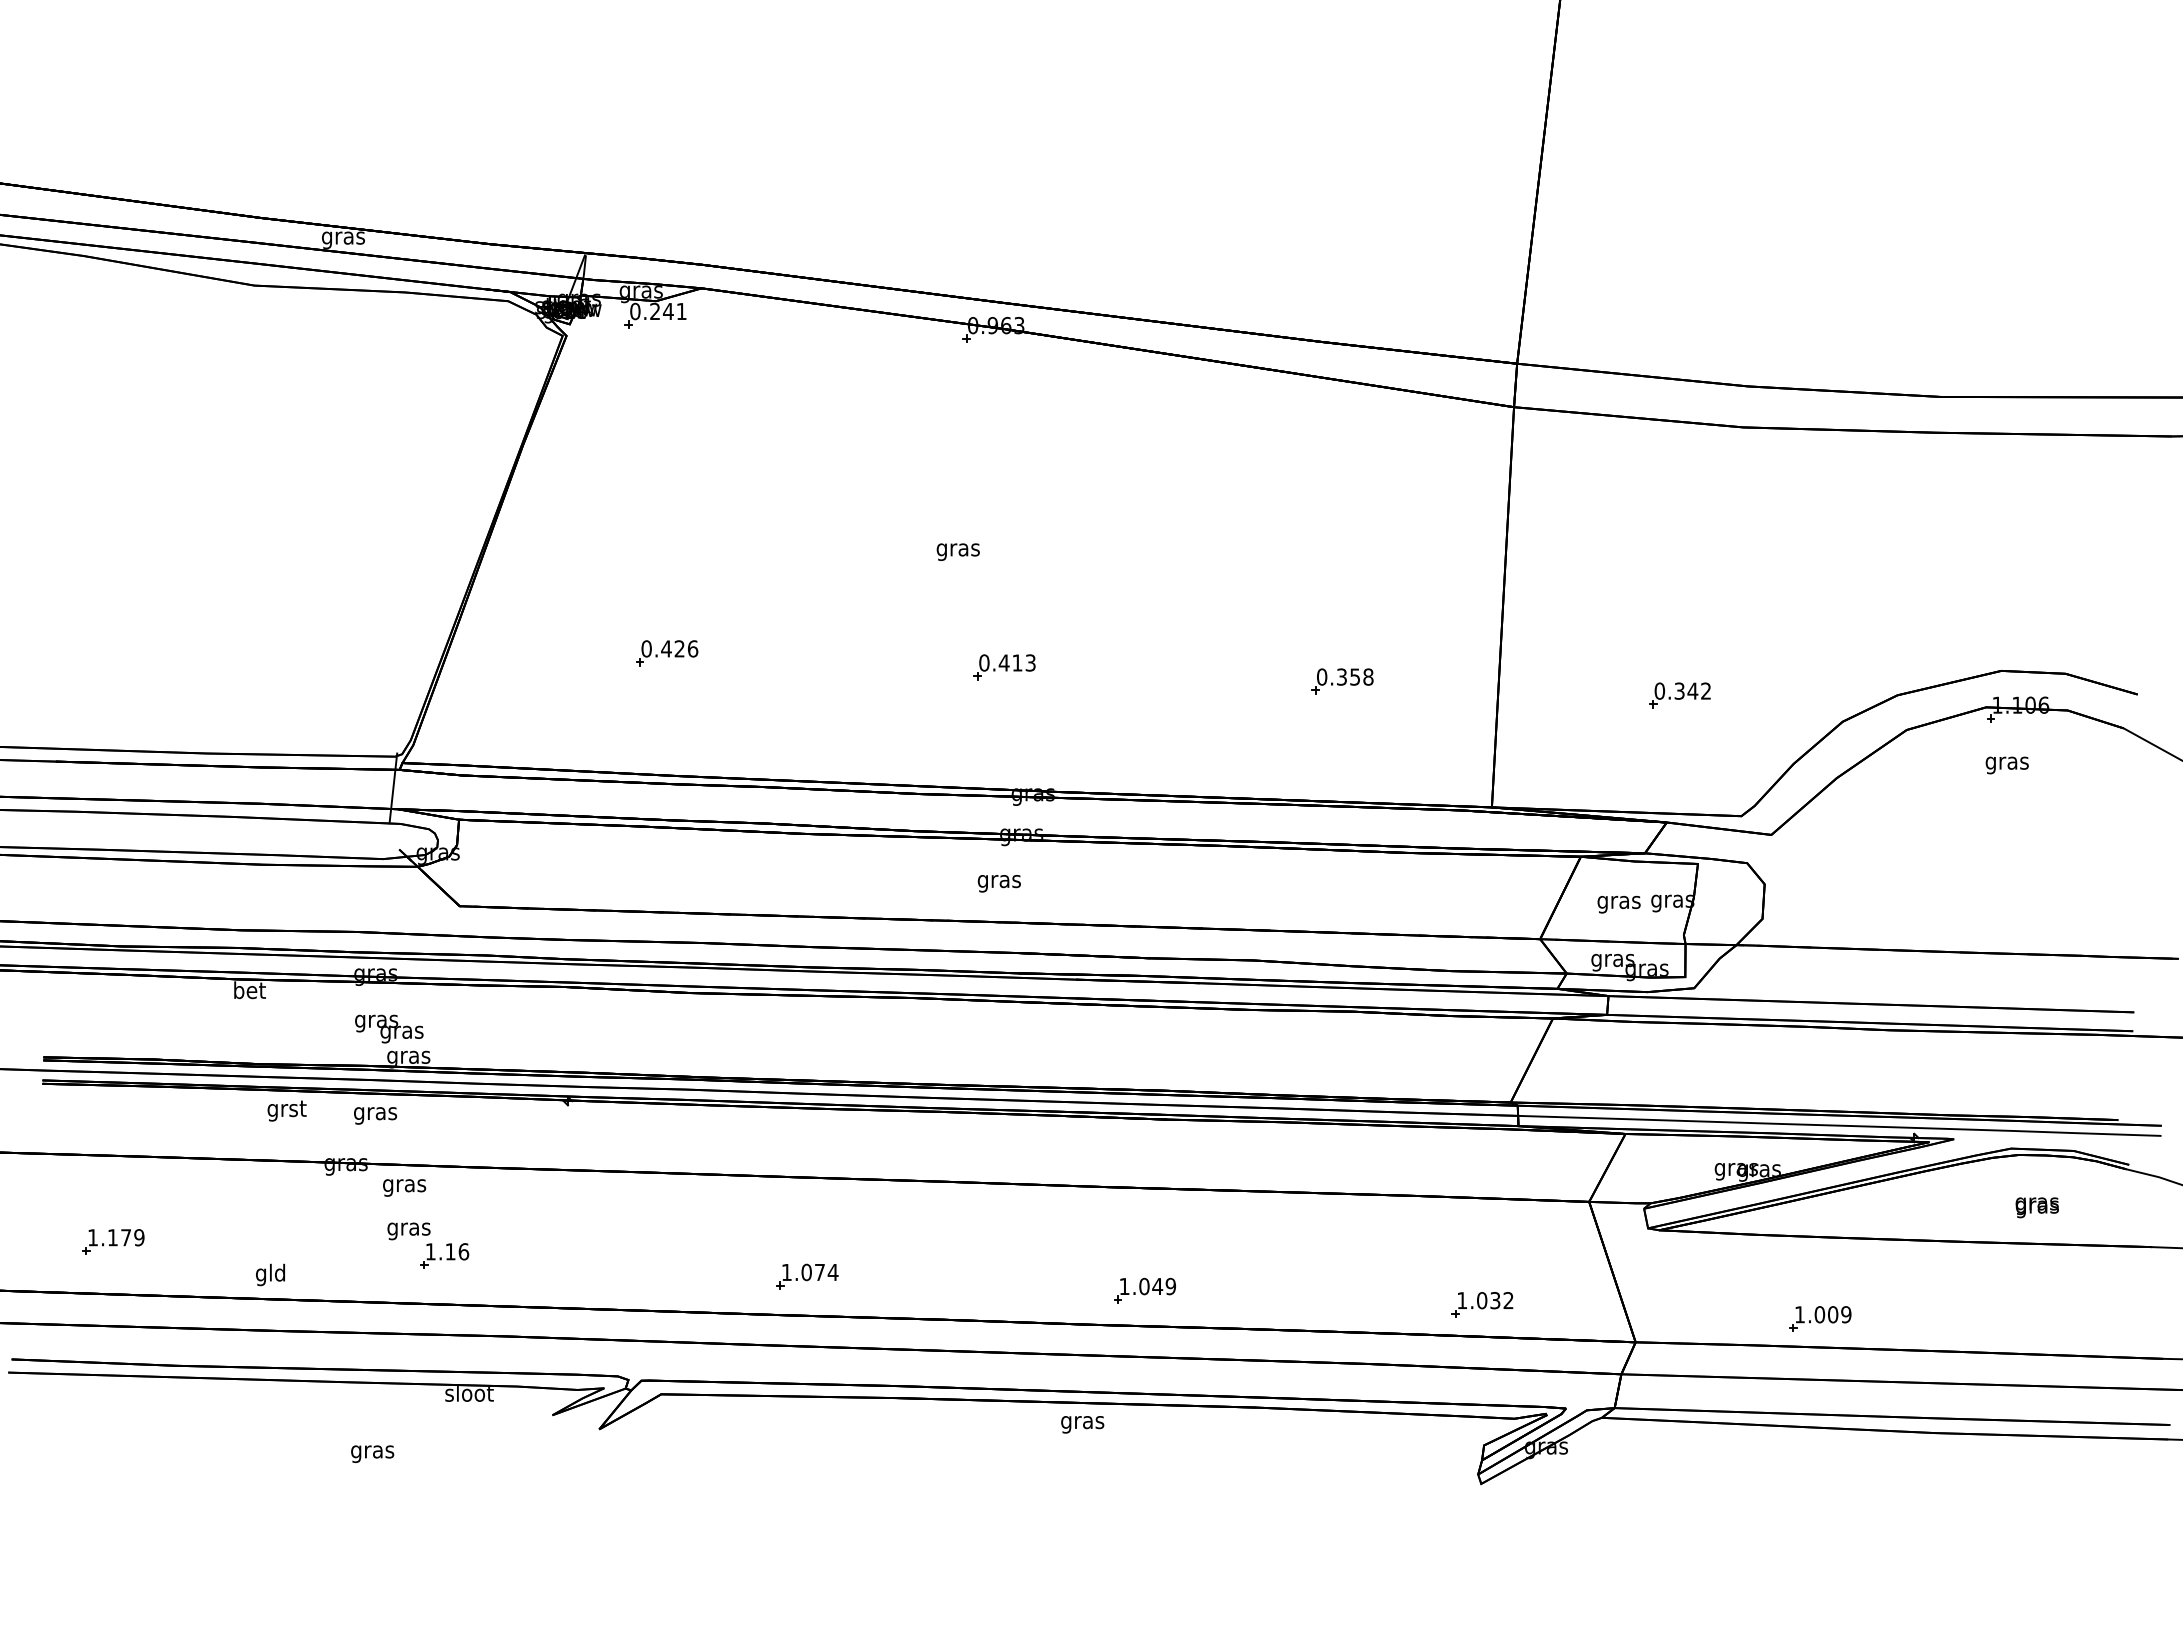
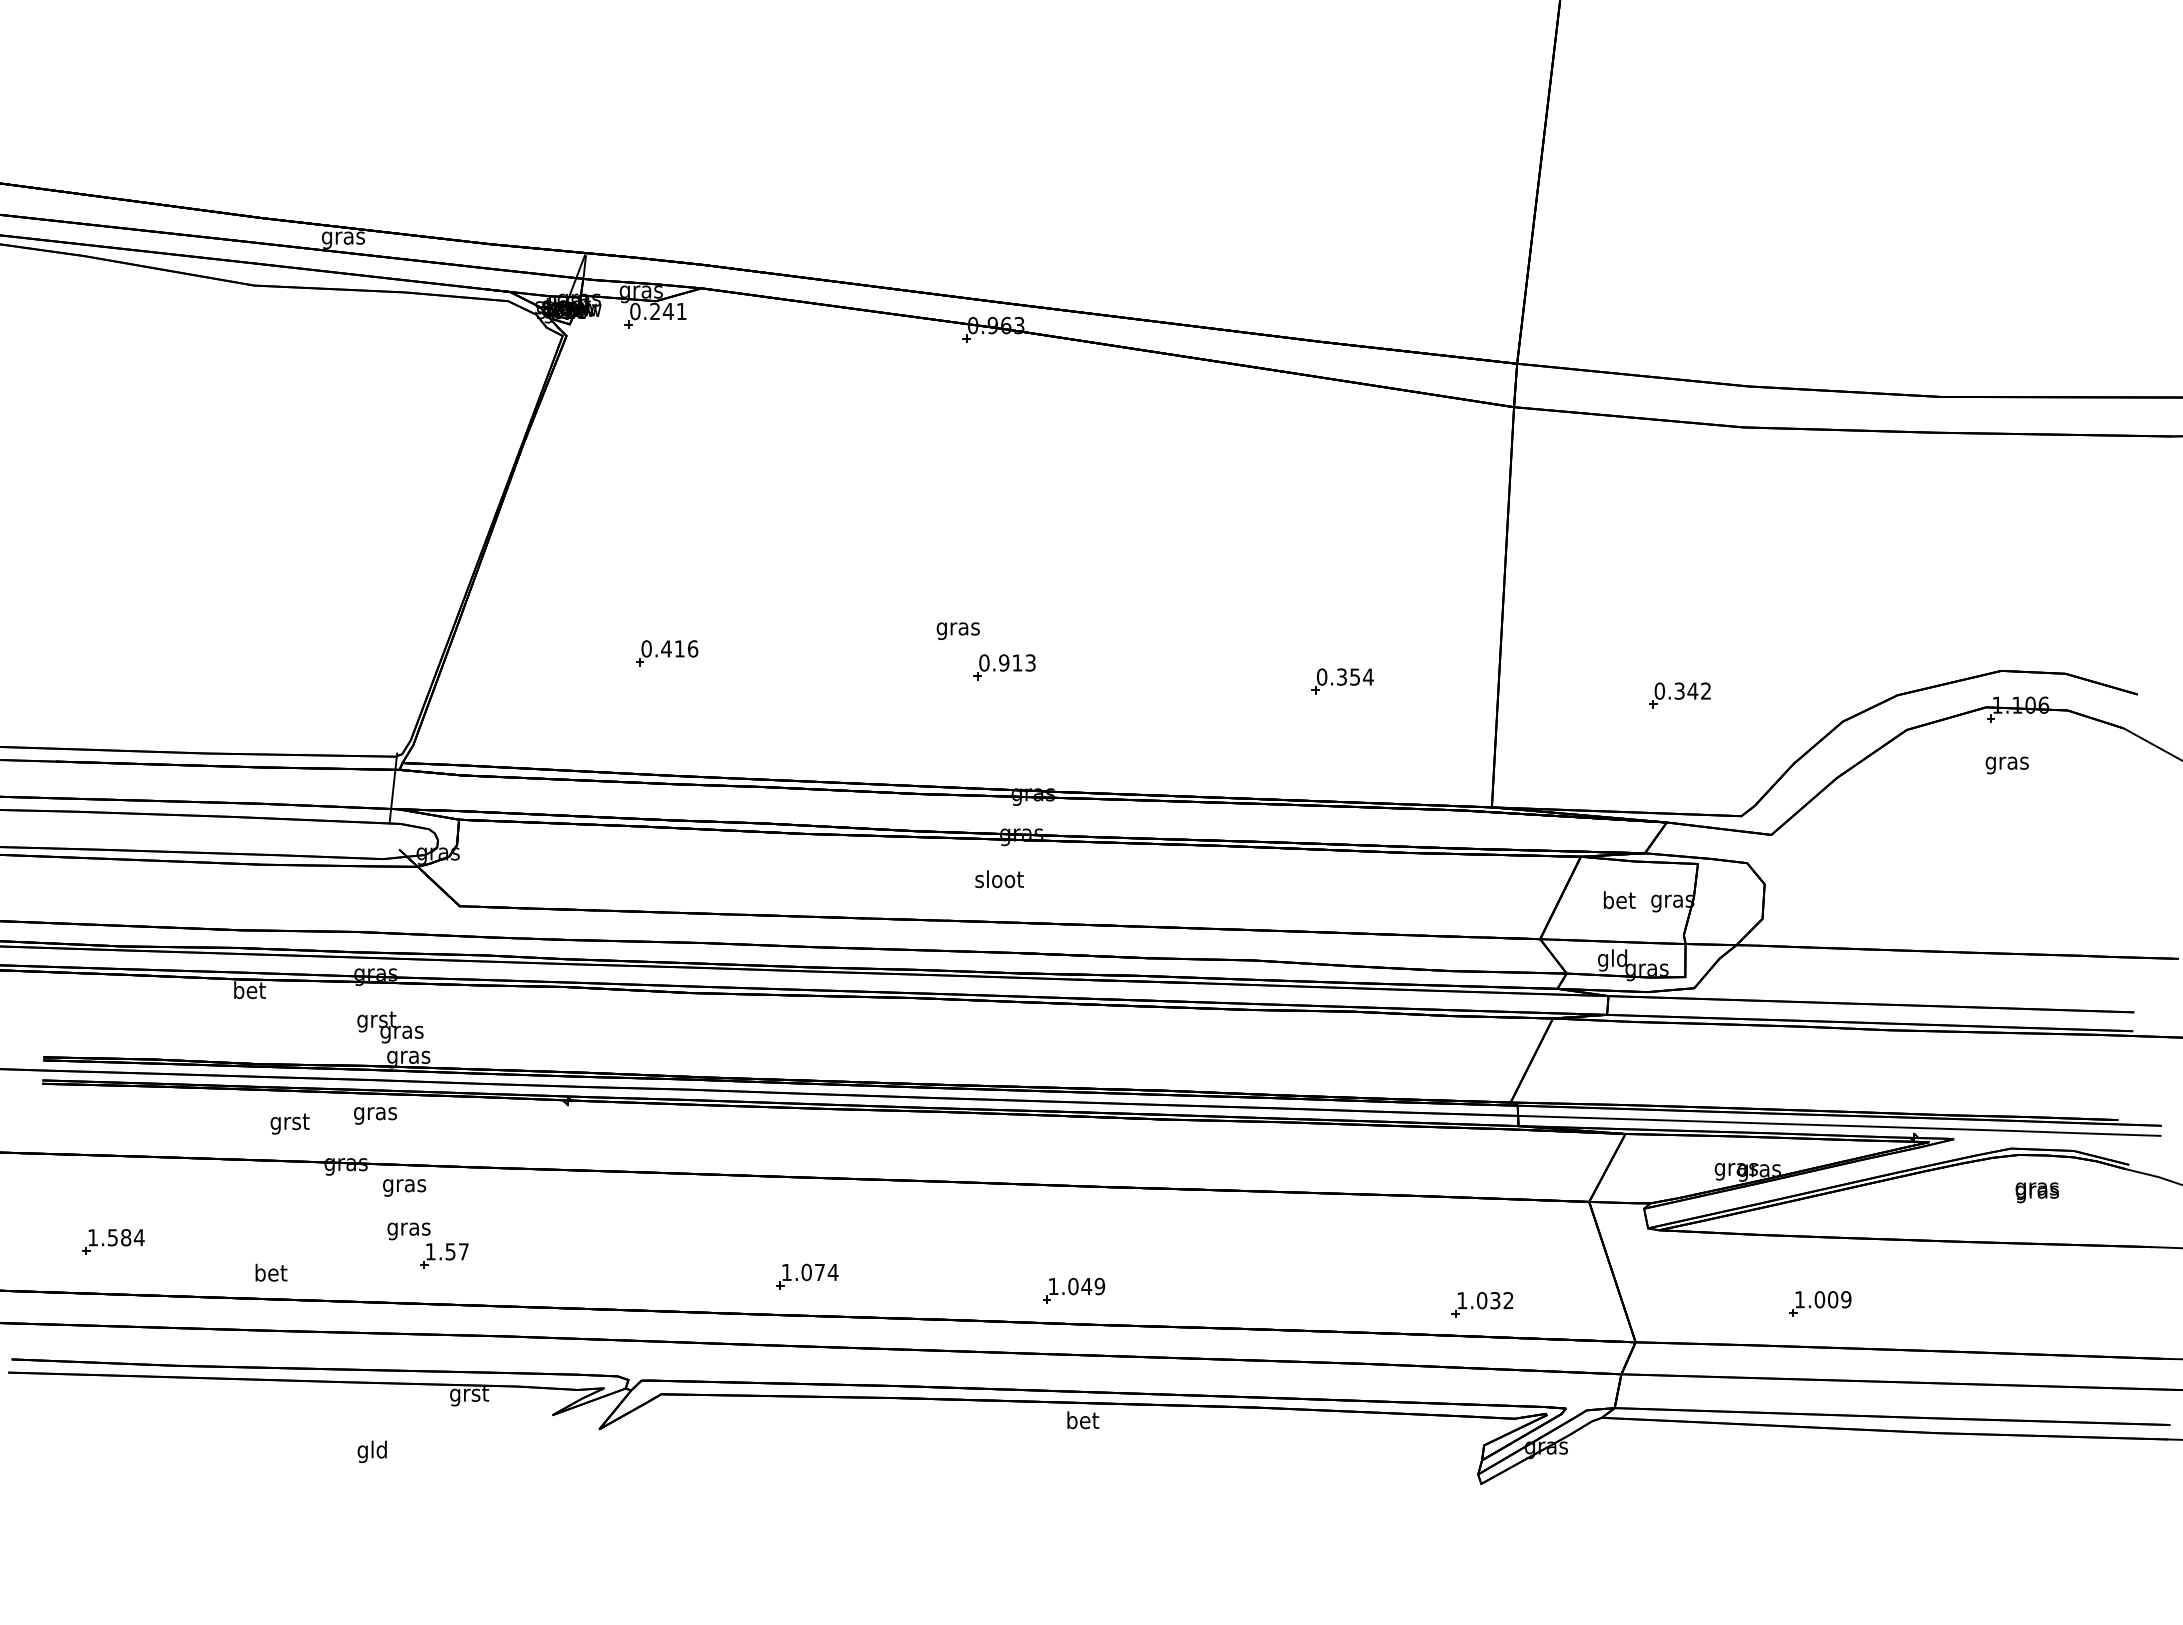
text at (957, 551) position: (957, 551) -> (957, 630)
text at (679, 648): 0.426 -> 0.416
text at (1003, 662): 0.413 -> 0.913
text at (1367, 676): 0.358 -> 0.354
text at (999, 881): gras -> sloot
text at (1618, 902): gras -> bet
text at (1612, 960): gras -> gld
text at (376, 1021): gras -> grst
text at (286, 1110) position: (286, 1110) -> (289, 1123)
text at (2036, 1207) position: (2036, 1207) -> (2036, 1192)
text at (126, 1237): 1.179 -> 1.584
text at (457, 1251): 1.16 -> 1.57
text at (271, 1274): gld -> bet
part at (1144, 1290) position: (1144, 1290) -> (1073, 1290)
part at (1820, 1318) position: (1820, 1318) -> (1820, 1303)
text at (469, 1396): sloot -> grst
text at (1082, 1422): gras -> bet
text at (372, 1451): gras -> gld
